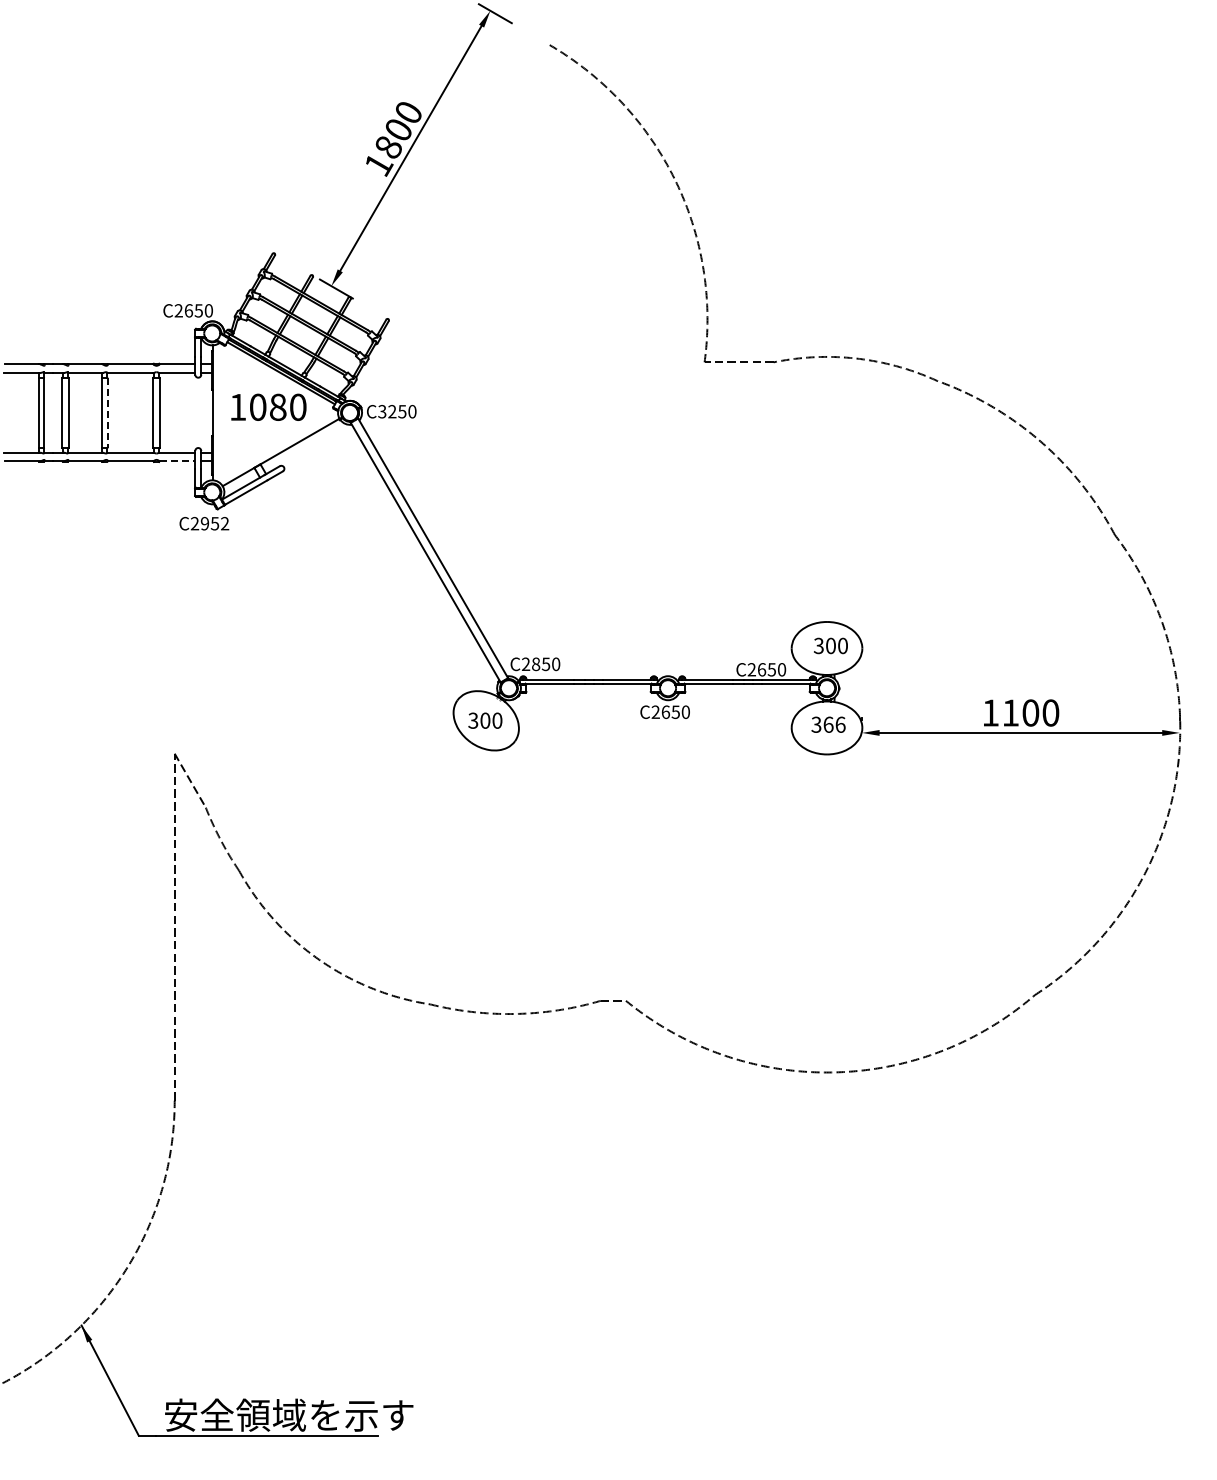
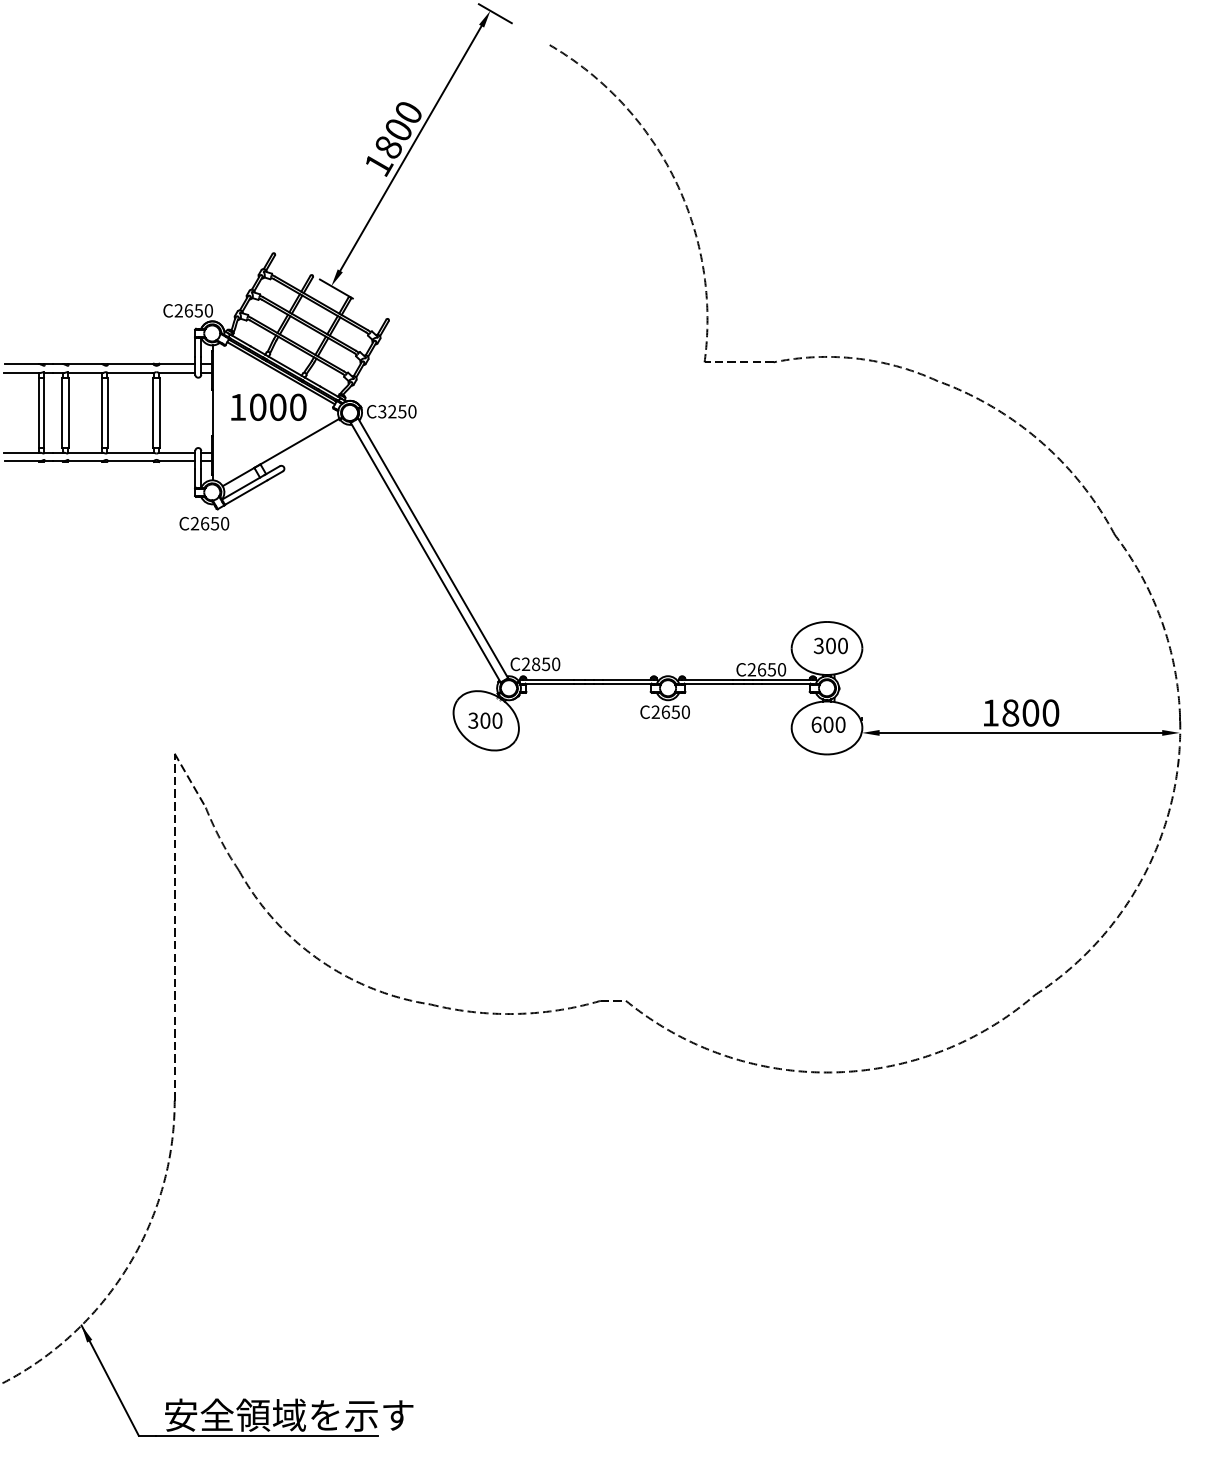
text at (278, 407): 1080 -> 1000
line at (107, 413): dashed -> solid
line at (177, 461): dashed -> solid
text at (214, 523): C2952 -> C2650
text at (1010, 712): 1100 -> 1800
text at (828, 724): 366 -> 600
